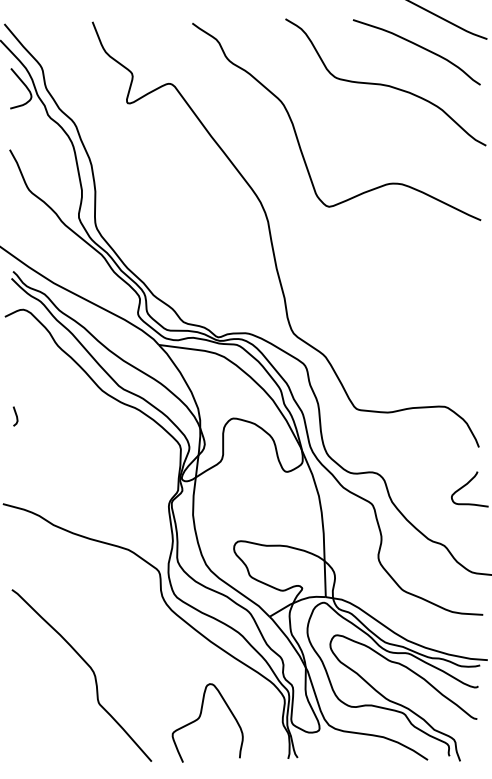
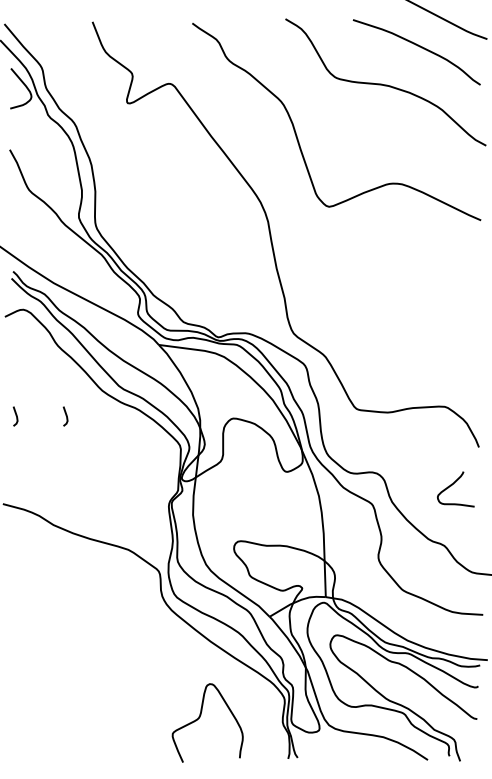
line at (65, 415): none -> present
curve at (466, 485) position: (466, 485) -> (452, 485)
curve at (90, 669): present -> none
